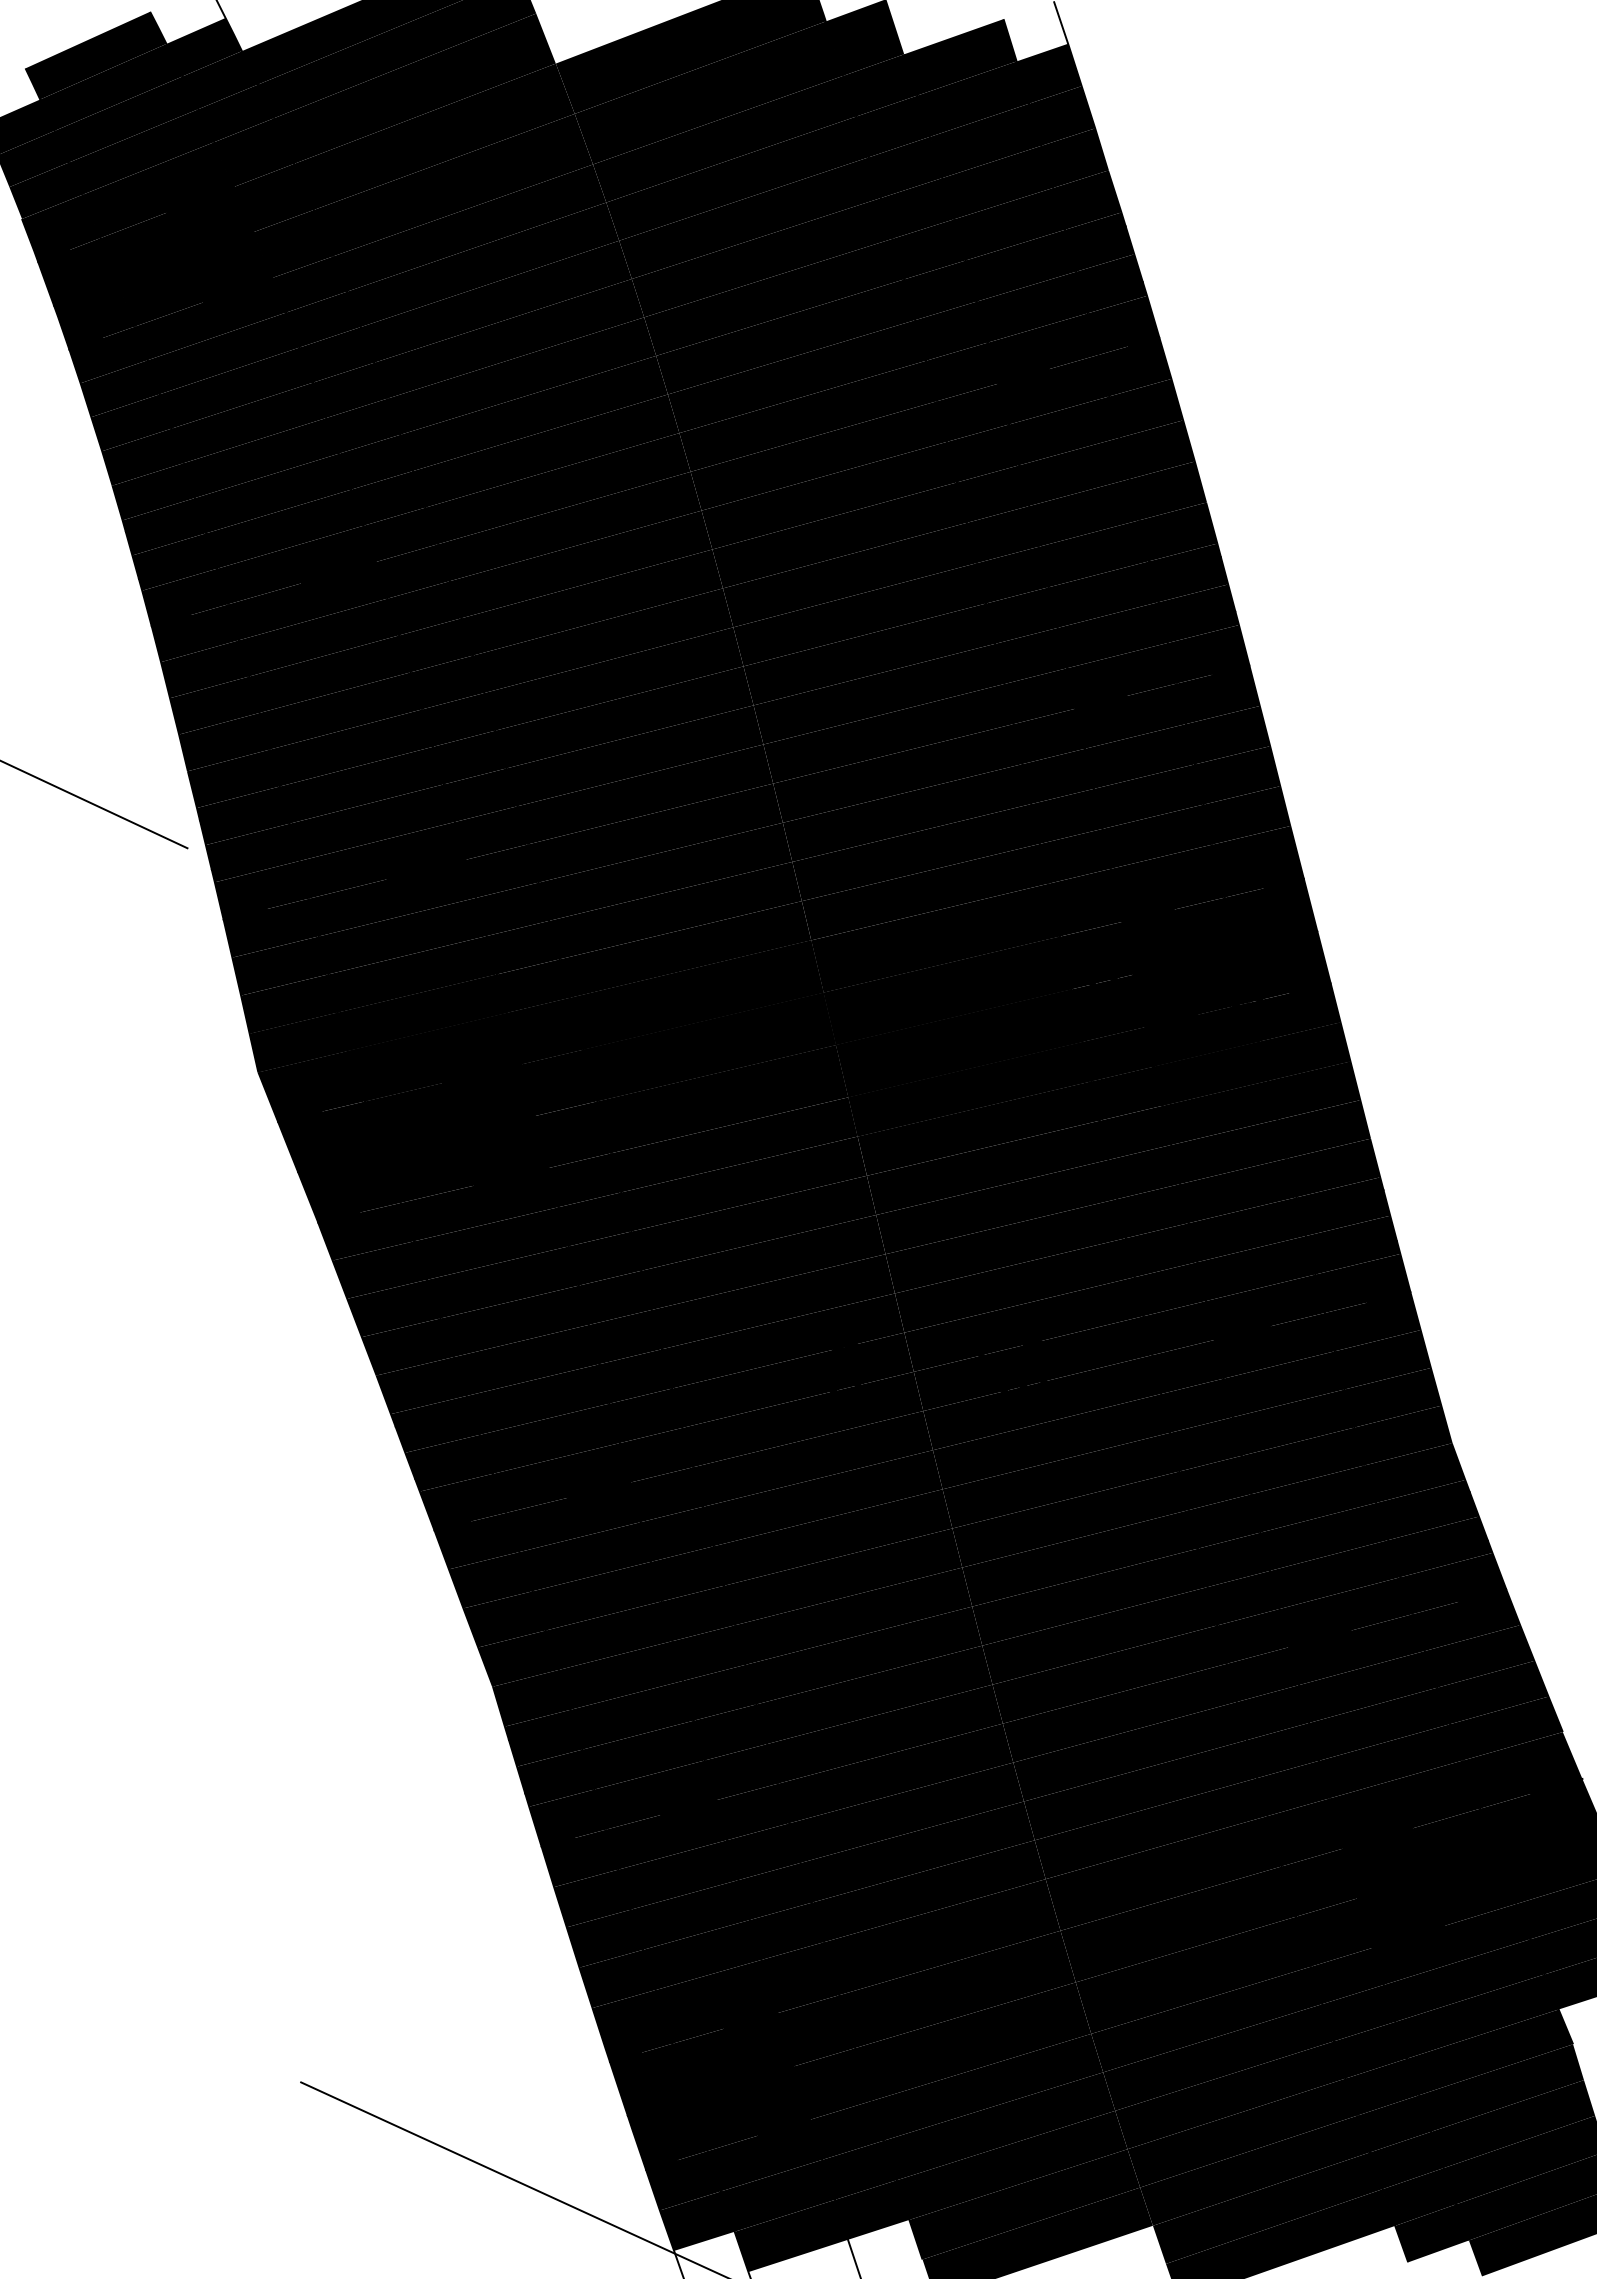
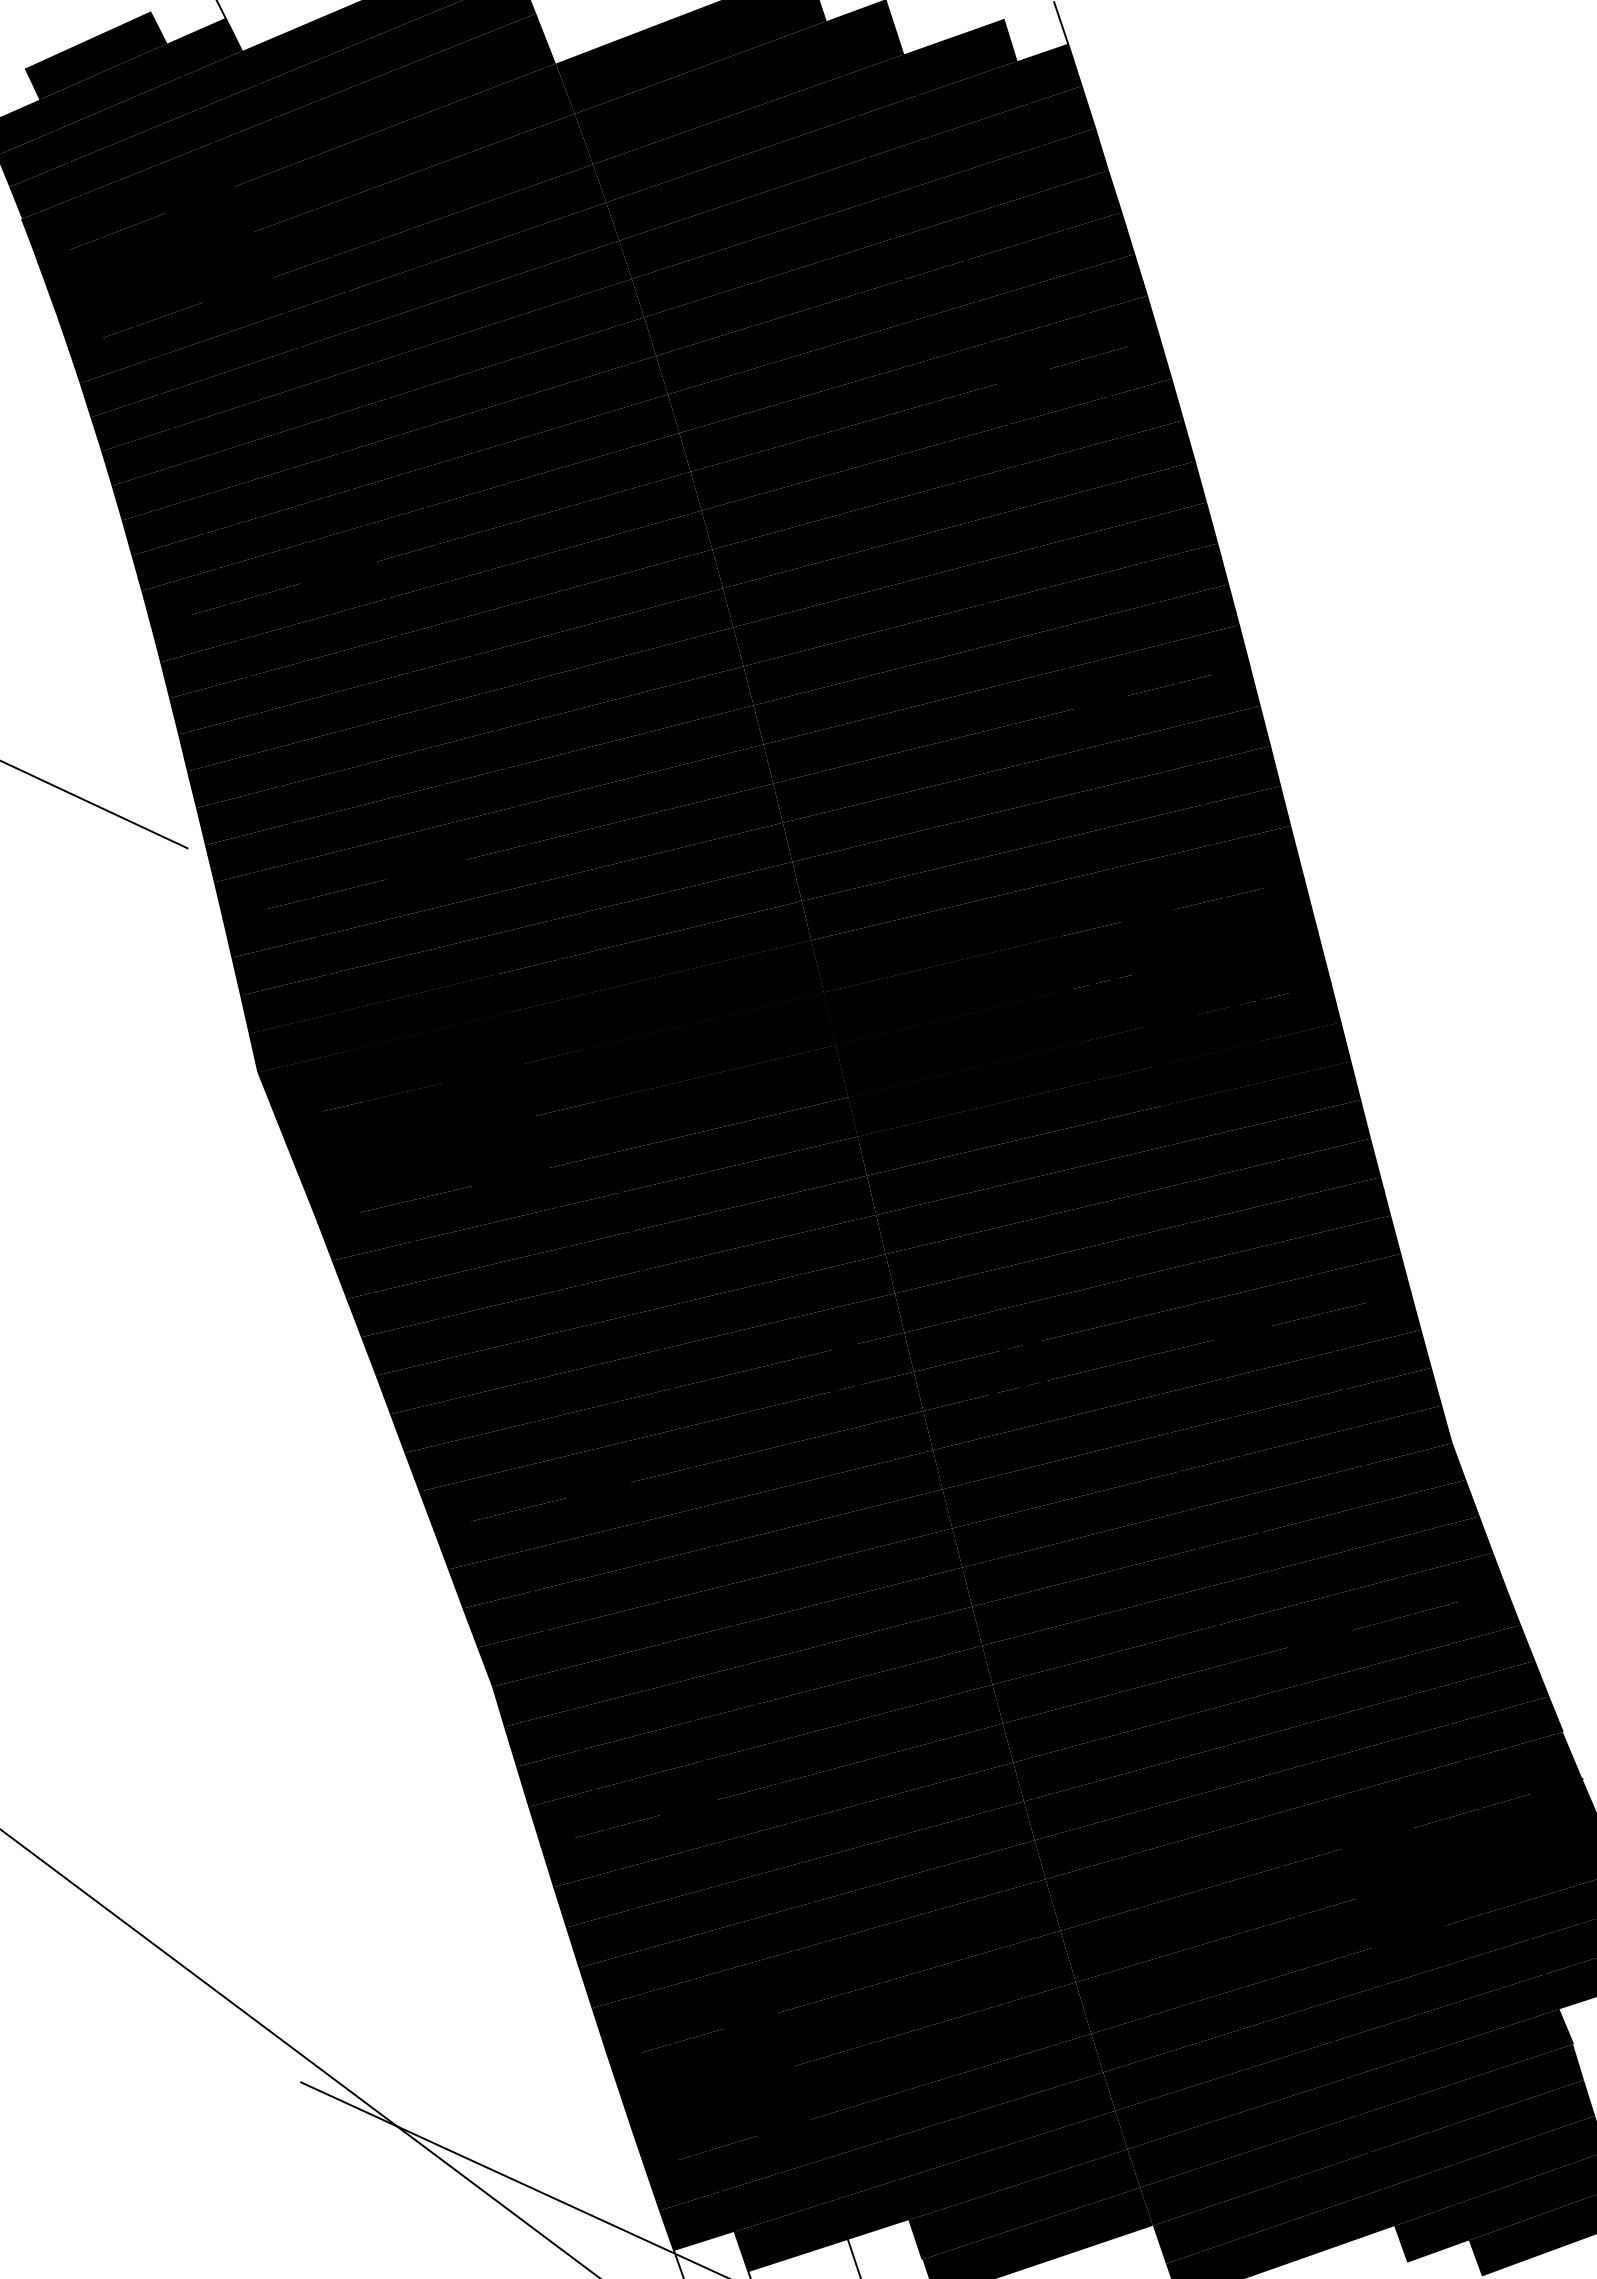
text at (993, 1371): 58 -> 78
line at (299, 2052): none -> present
